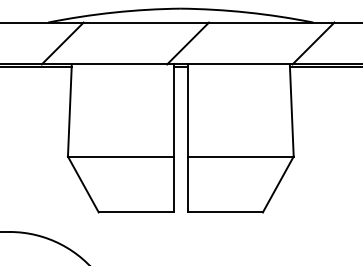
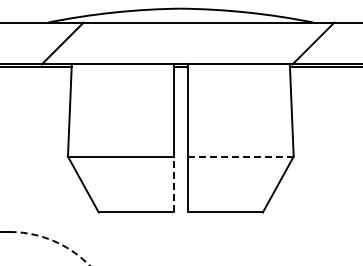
line at (188, 43): present -> none
line at (240, 156): solid -> dashed
line at (173, 184): solid -> dashed
arc at (53, 240): solid -> dashed
